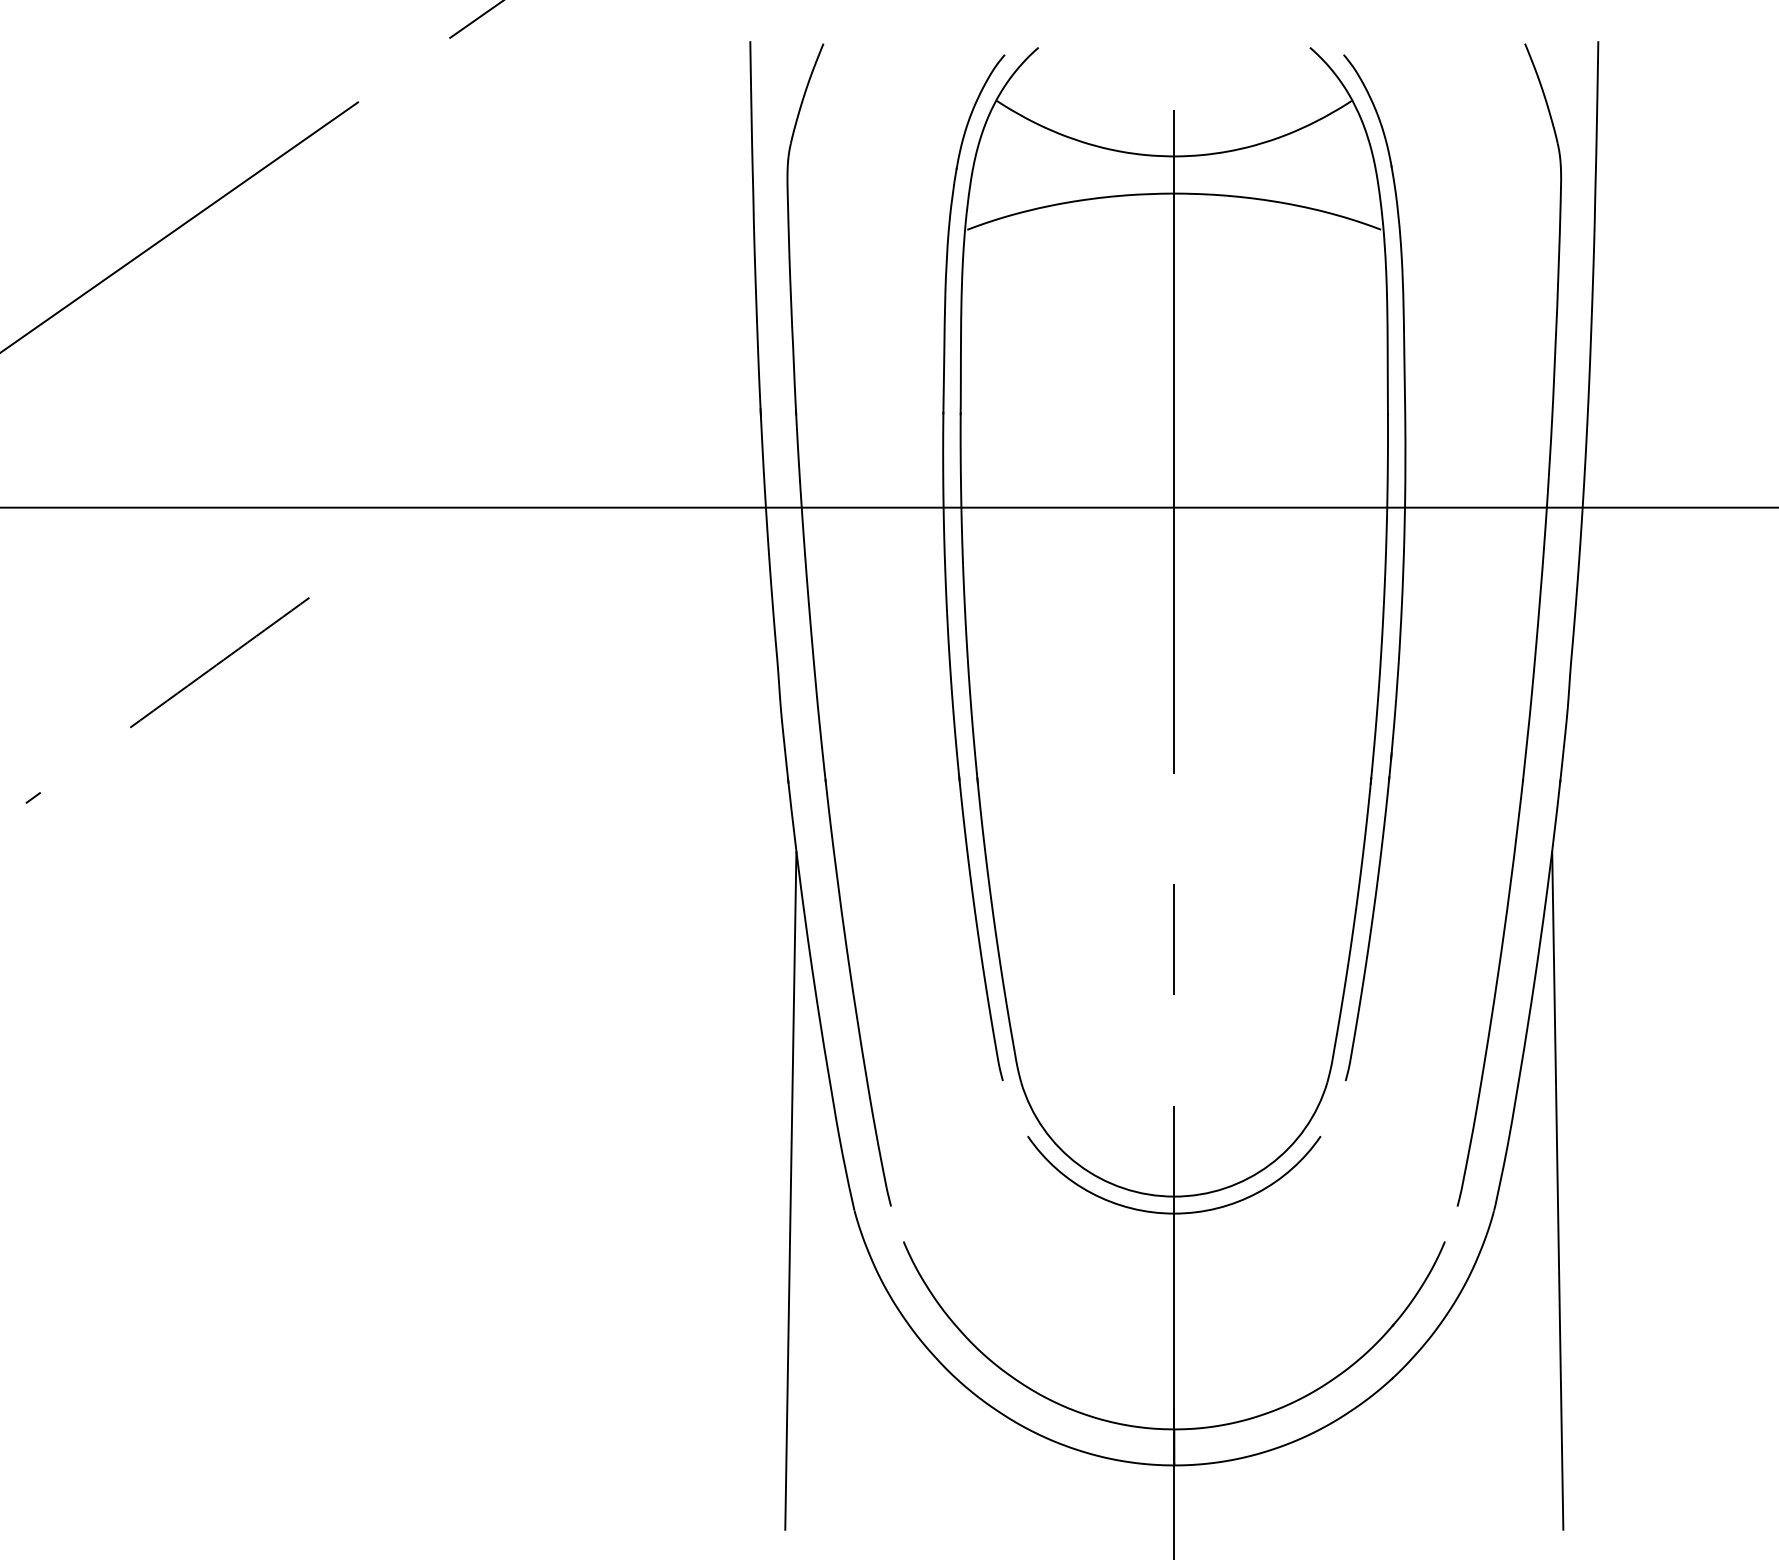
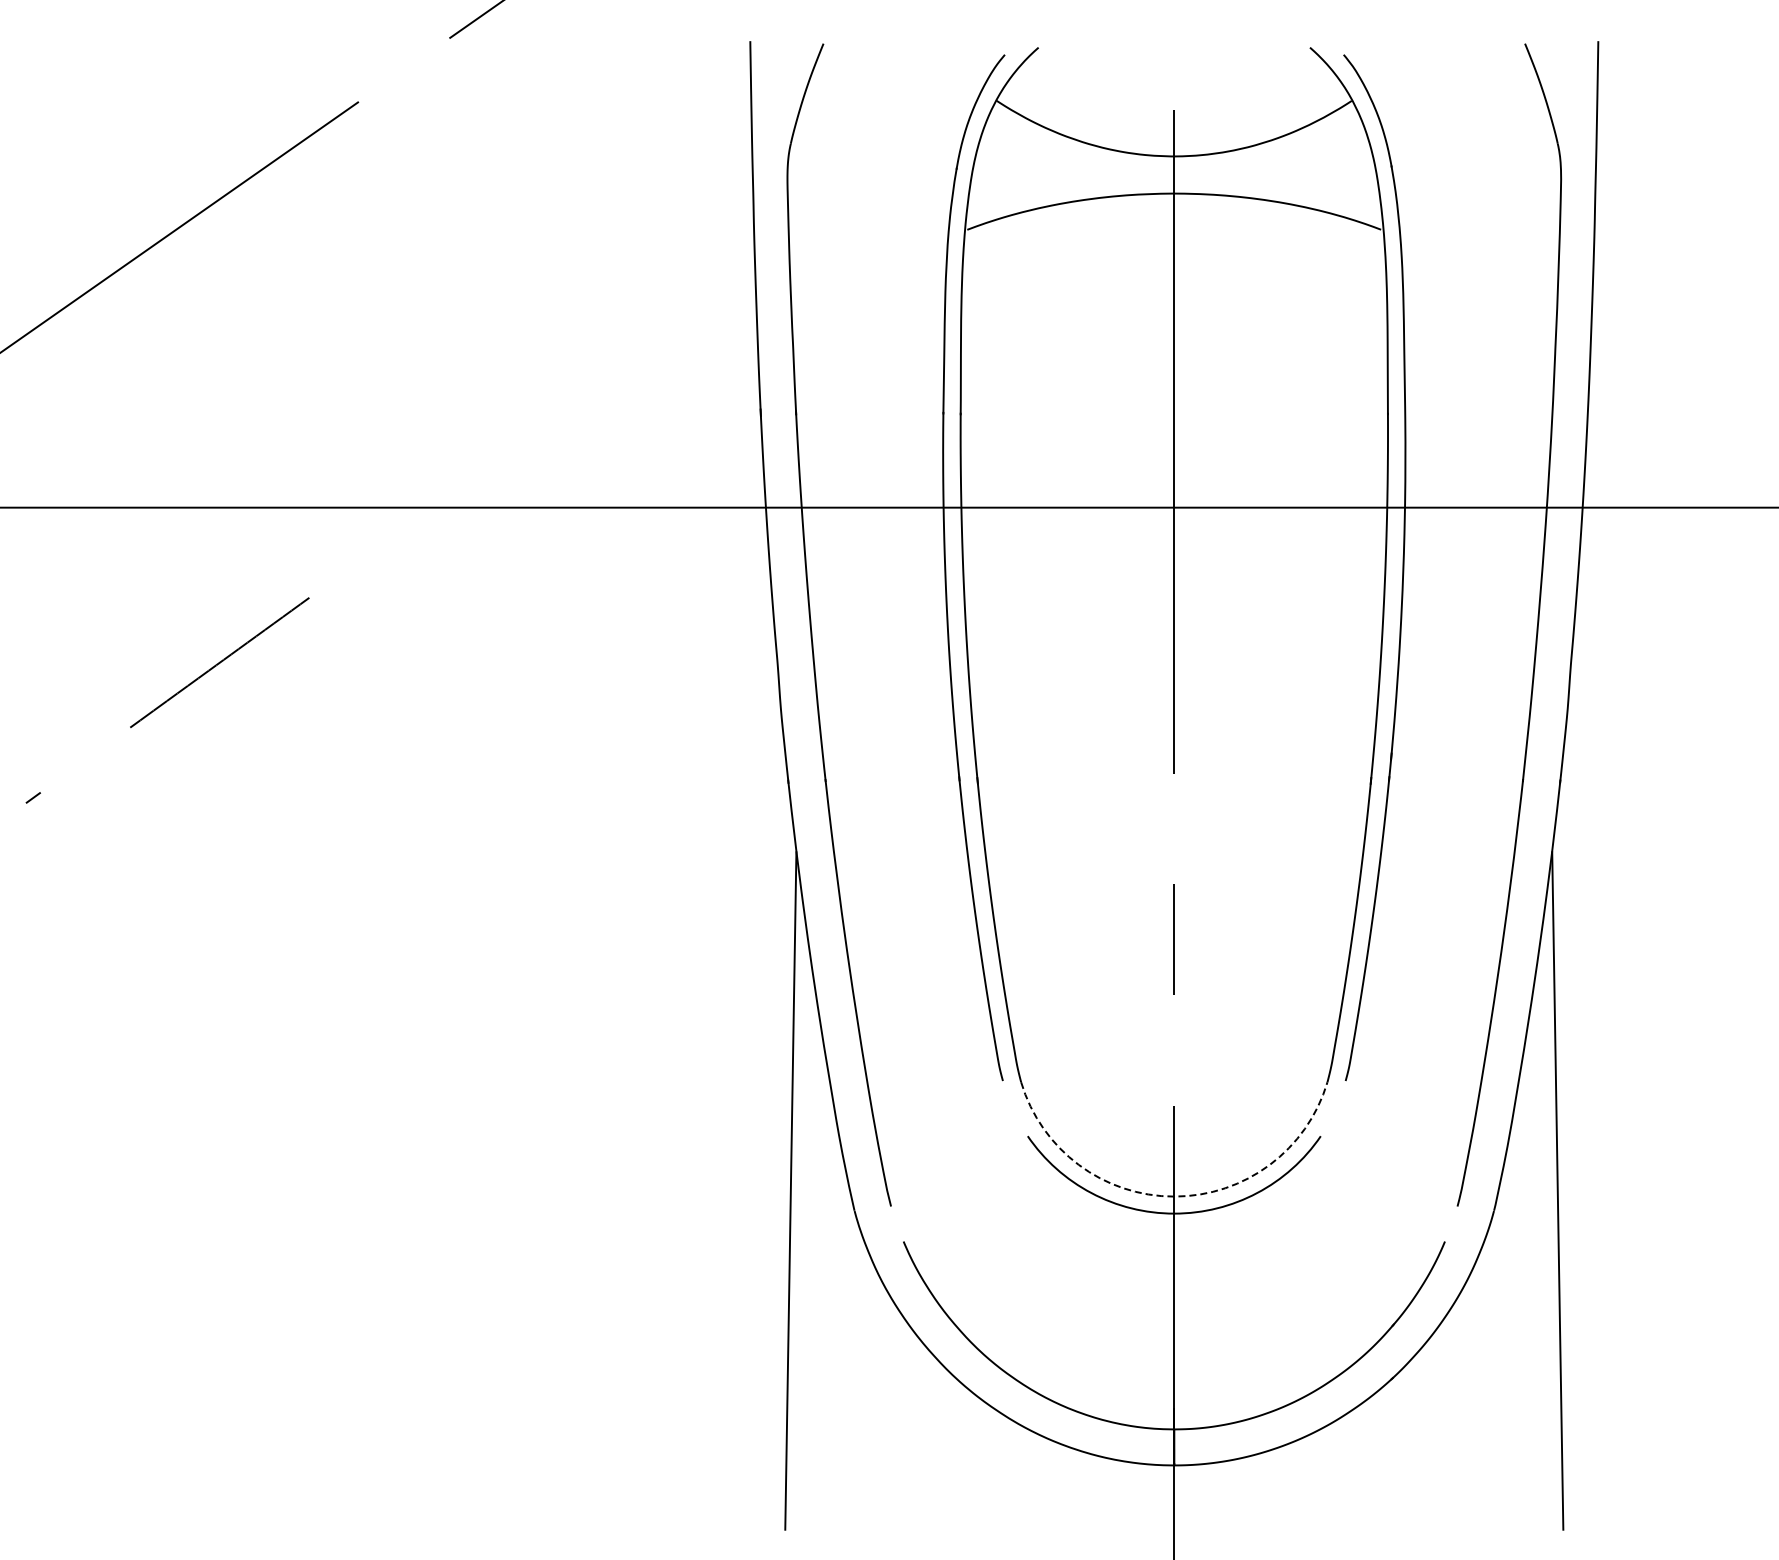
arc at (1174, 1196): solid -> dashed
